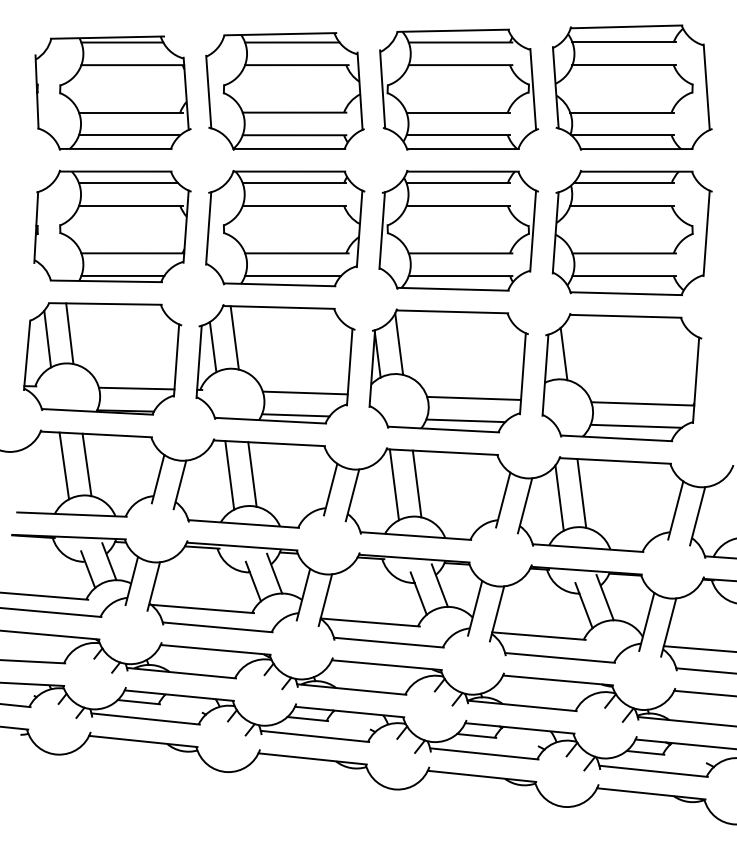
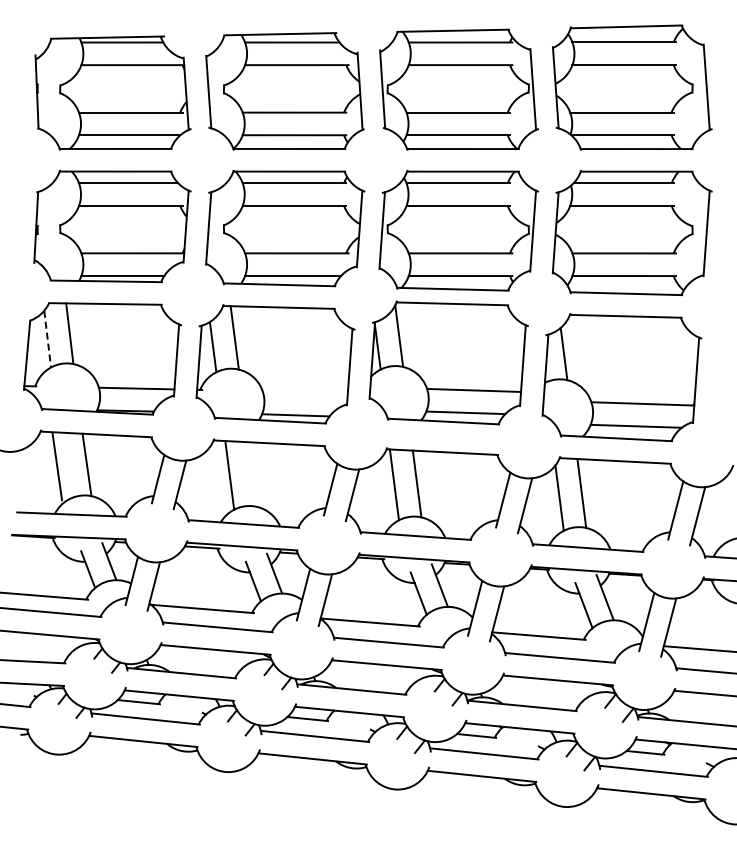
line at (47, 339): solid -> dashed
part at (448, 370) position: (448, 370) -> (448, 362)
line at (304, 392): present -> none
line at (64, 465) position: (64, 465) -> (57, 466)
line at (252, 474): present -> none
